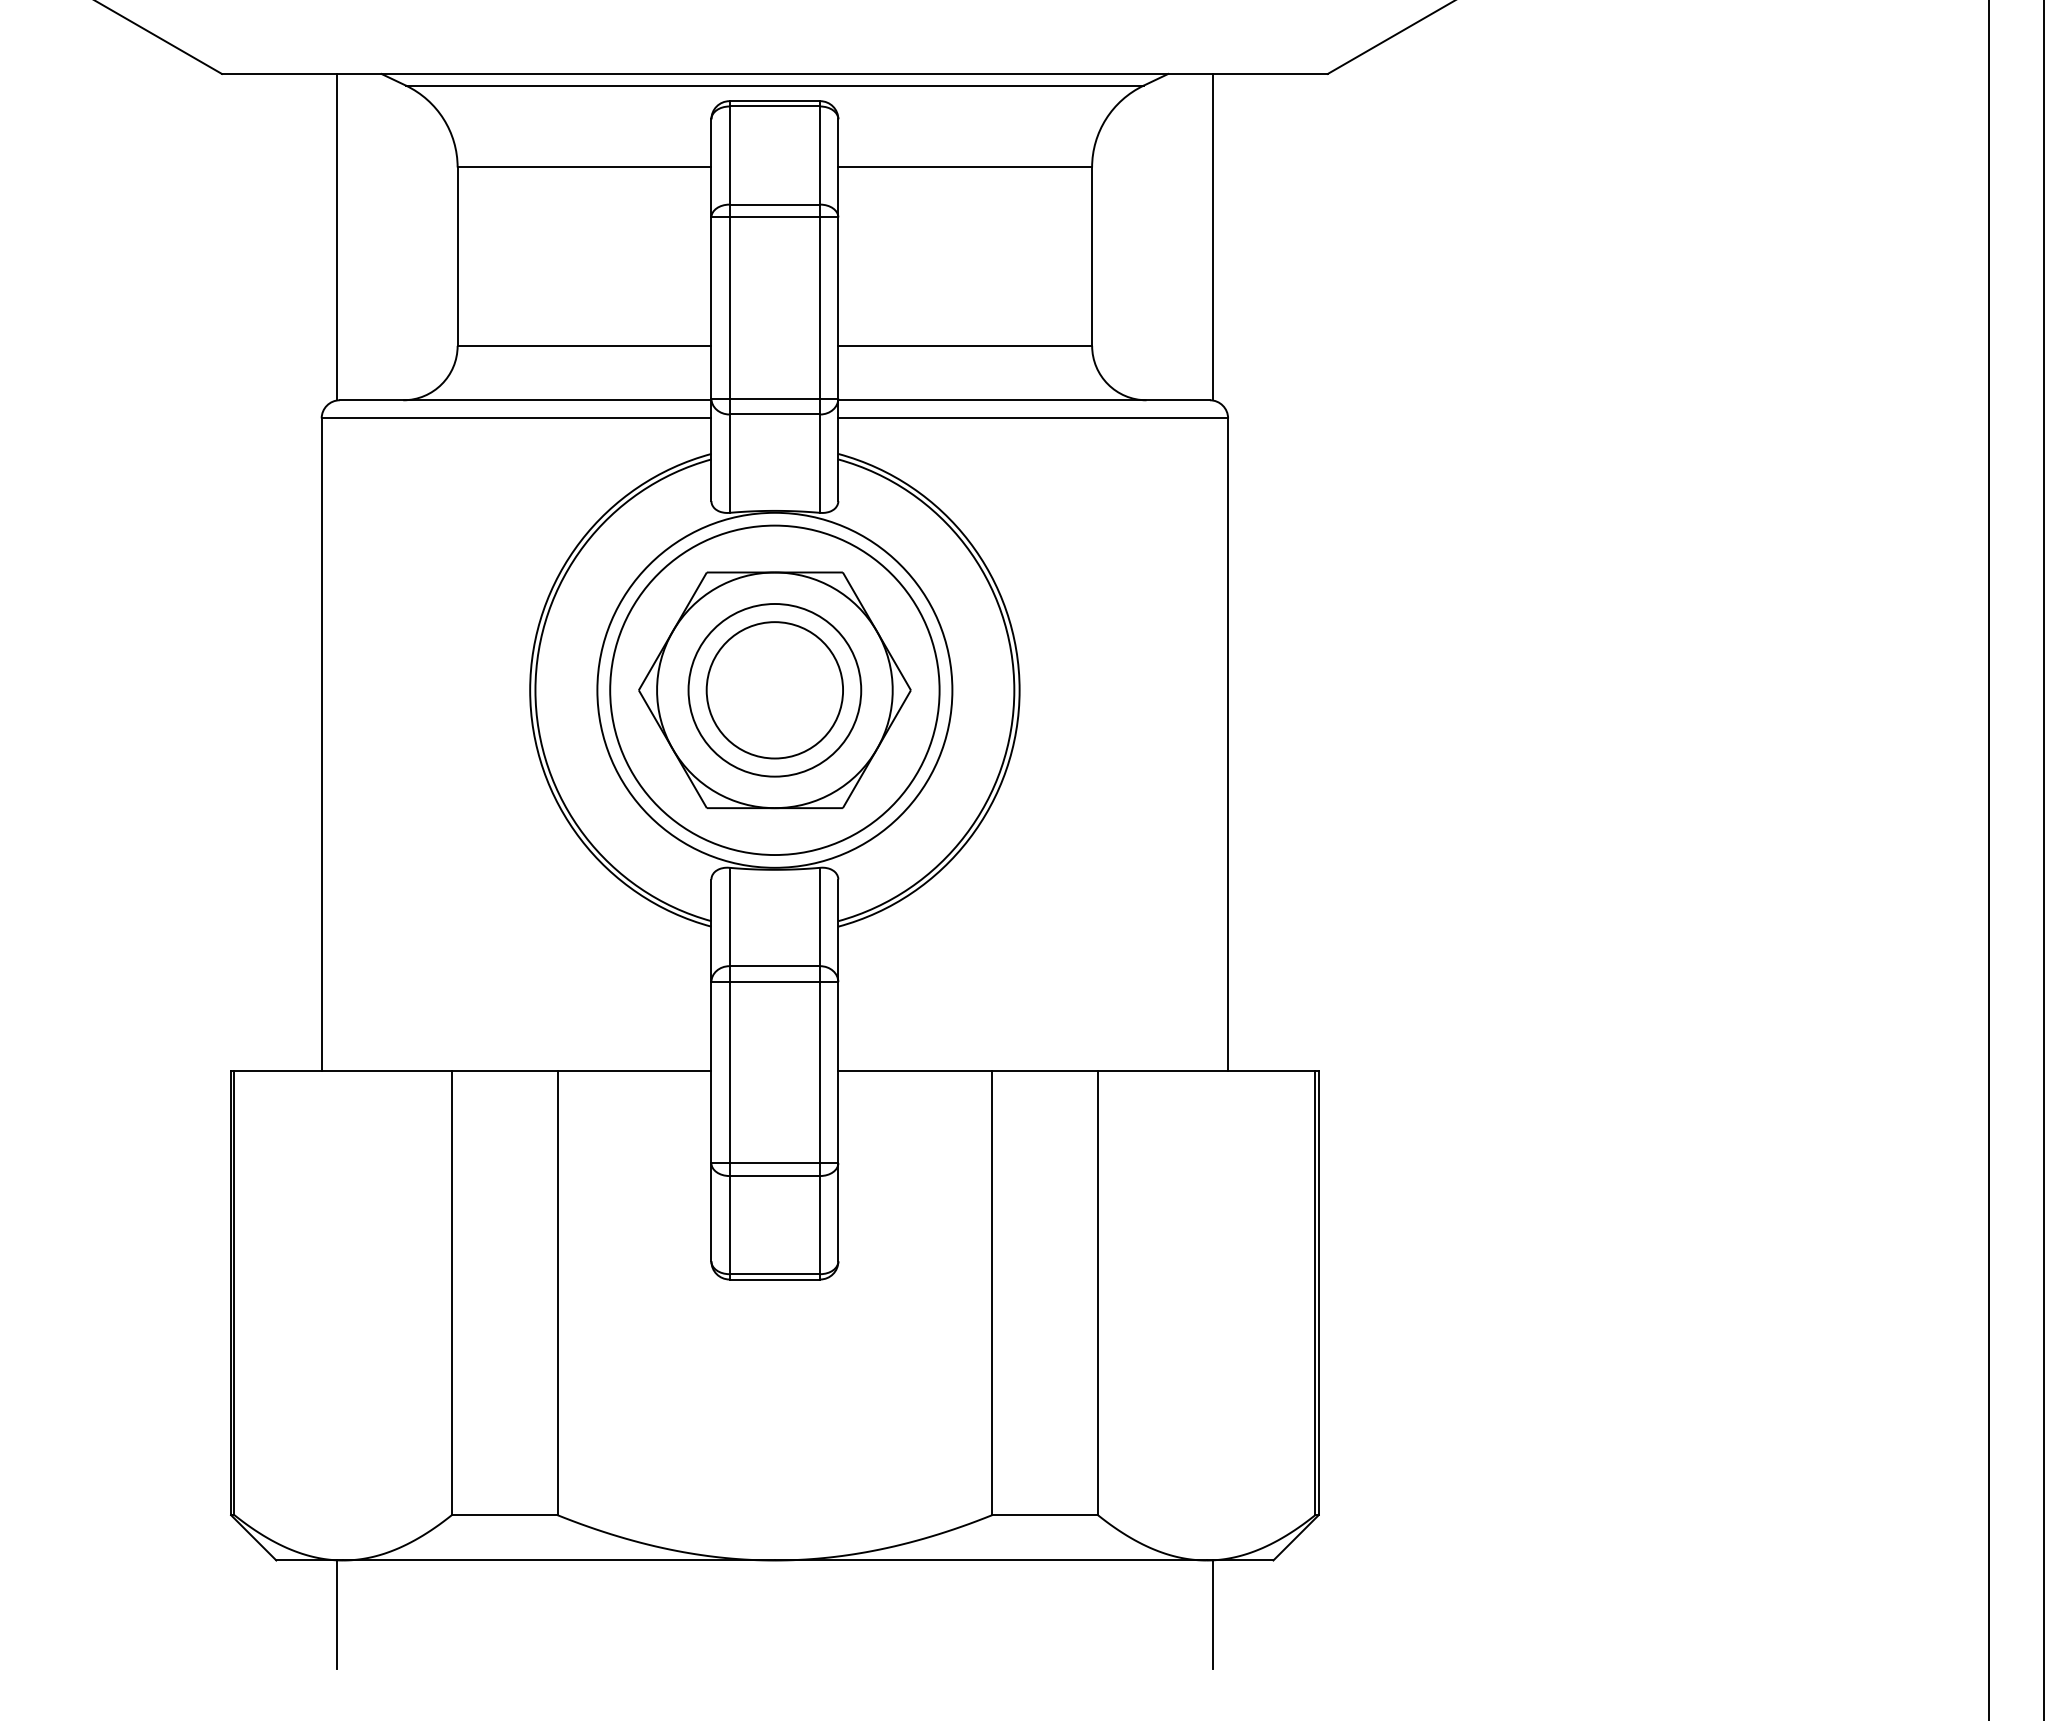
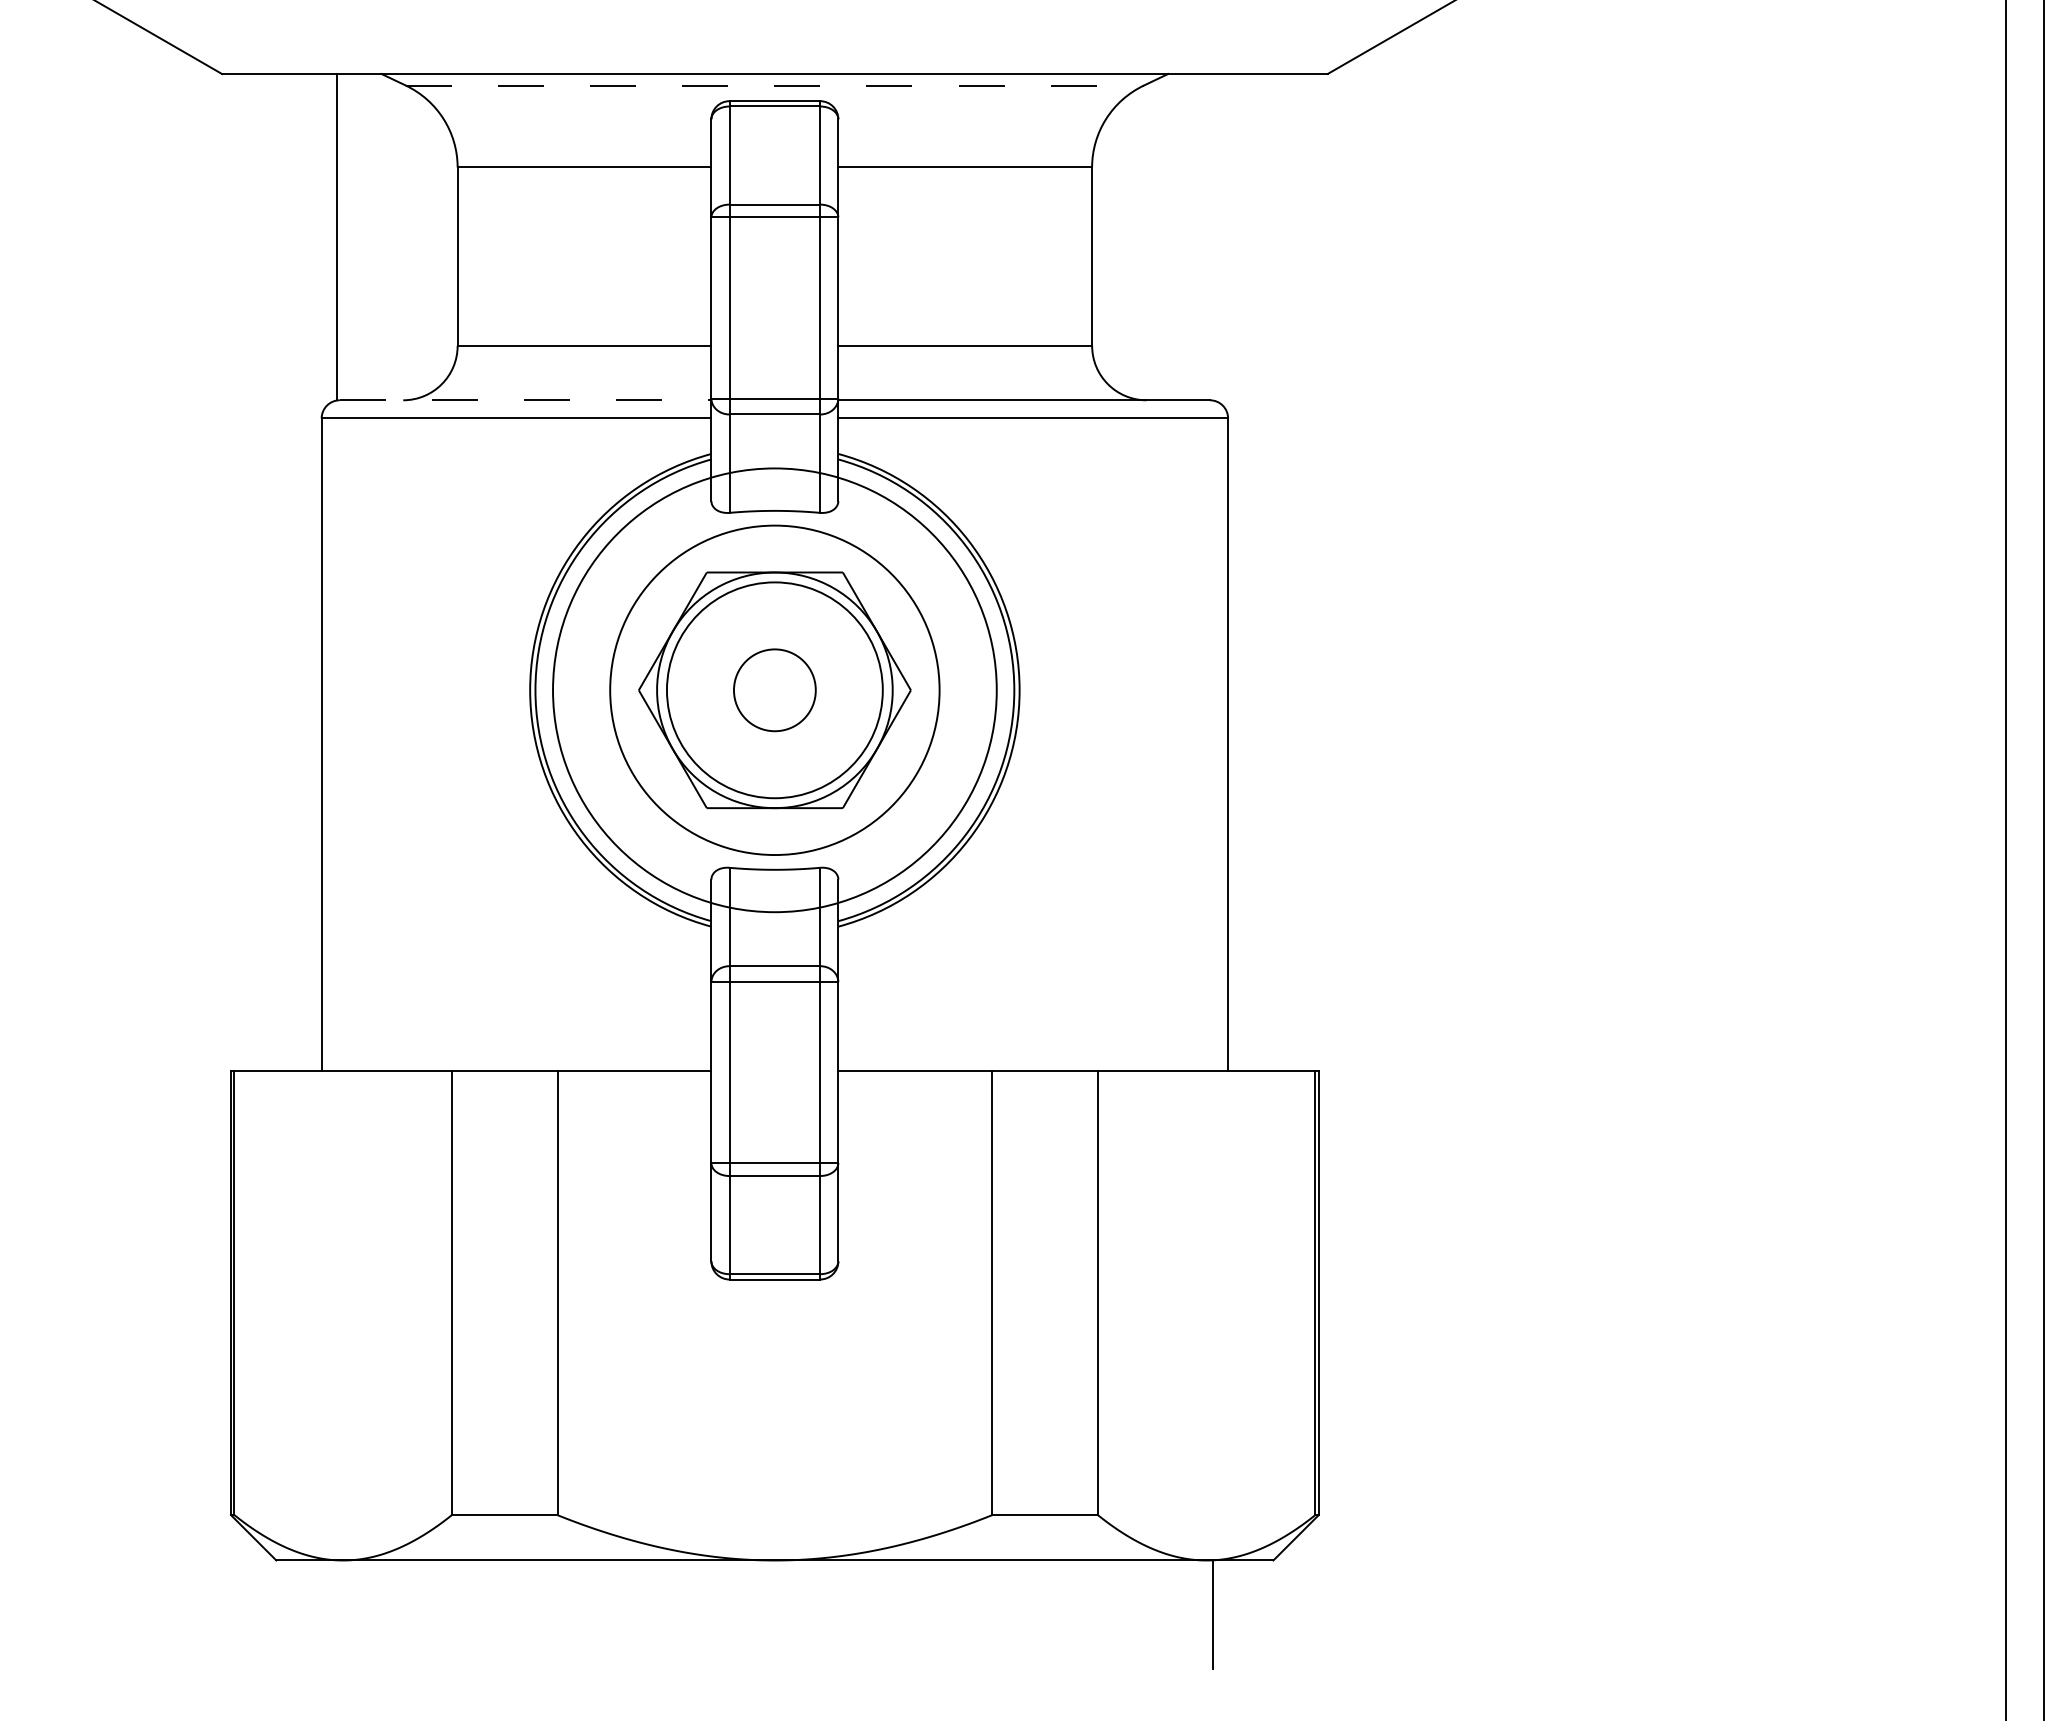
line at (774, 85): solid -> dashed
line at (1212, 236): present -> none
line at (525, 400): solid -> dashed
circle at (774, 689) diameter: 173 px -> 216 px
circle at (774, 689) diameter: 355 px -> 444 px
circle at (774, 690) diameter: 136 px -> 82 px
line at (1989, 859) position: (1989, 859) -> (2006, 859)
line at (337, 1614): present -> none
